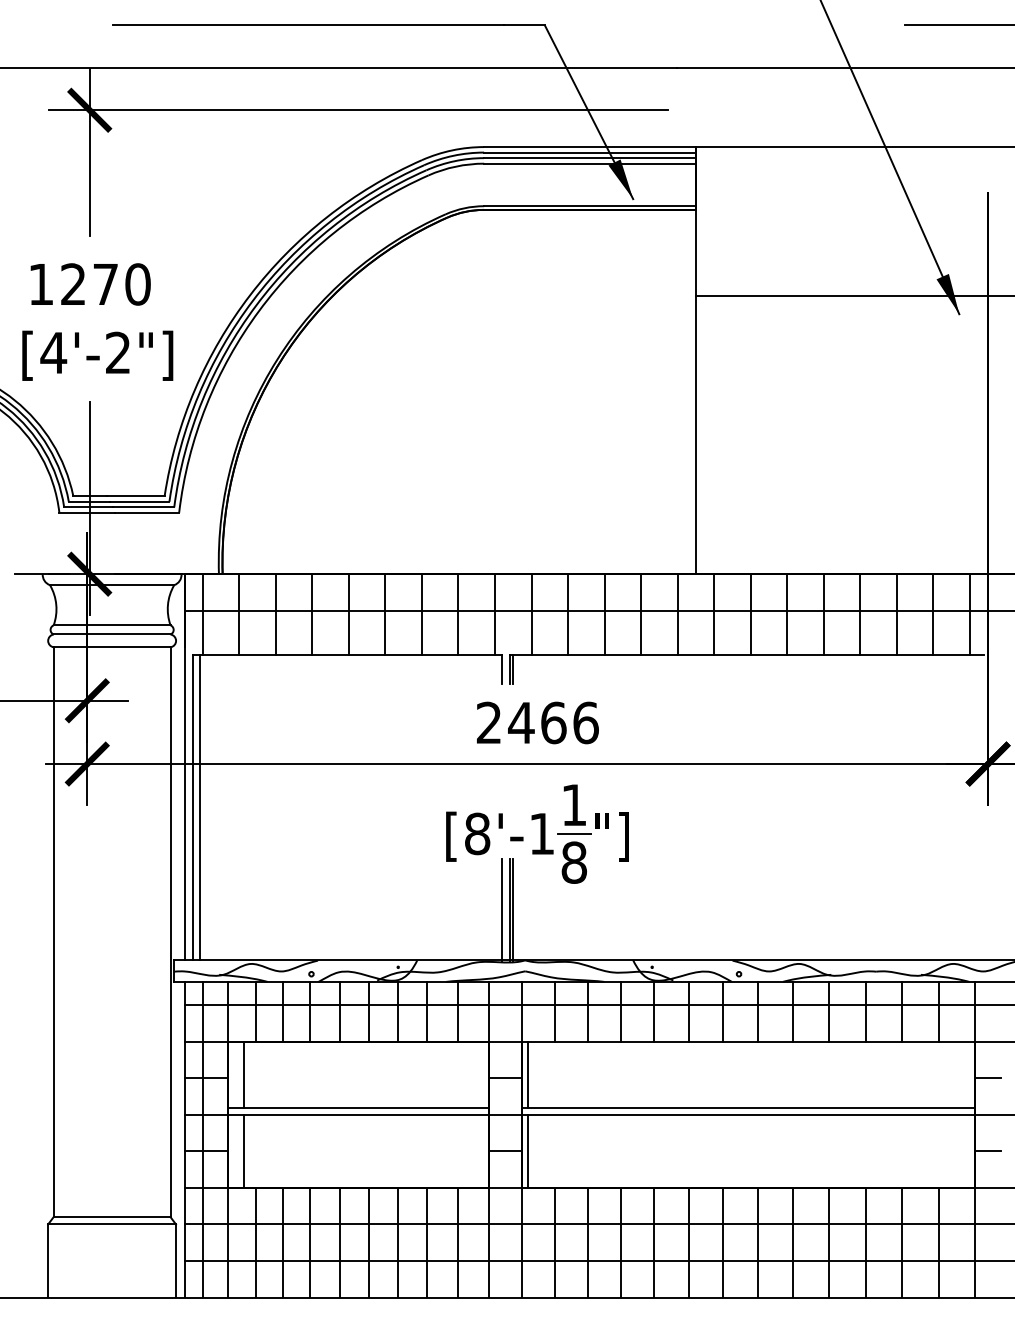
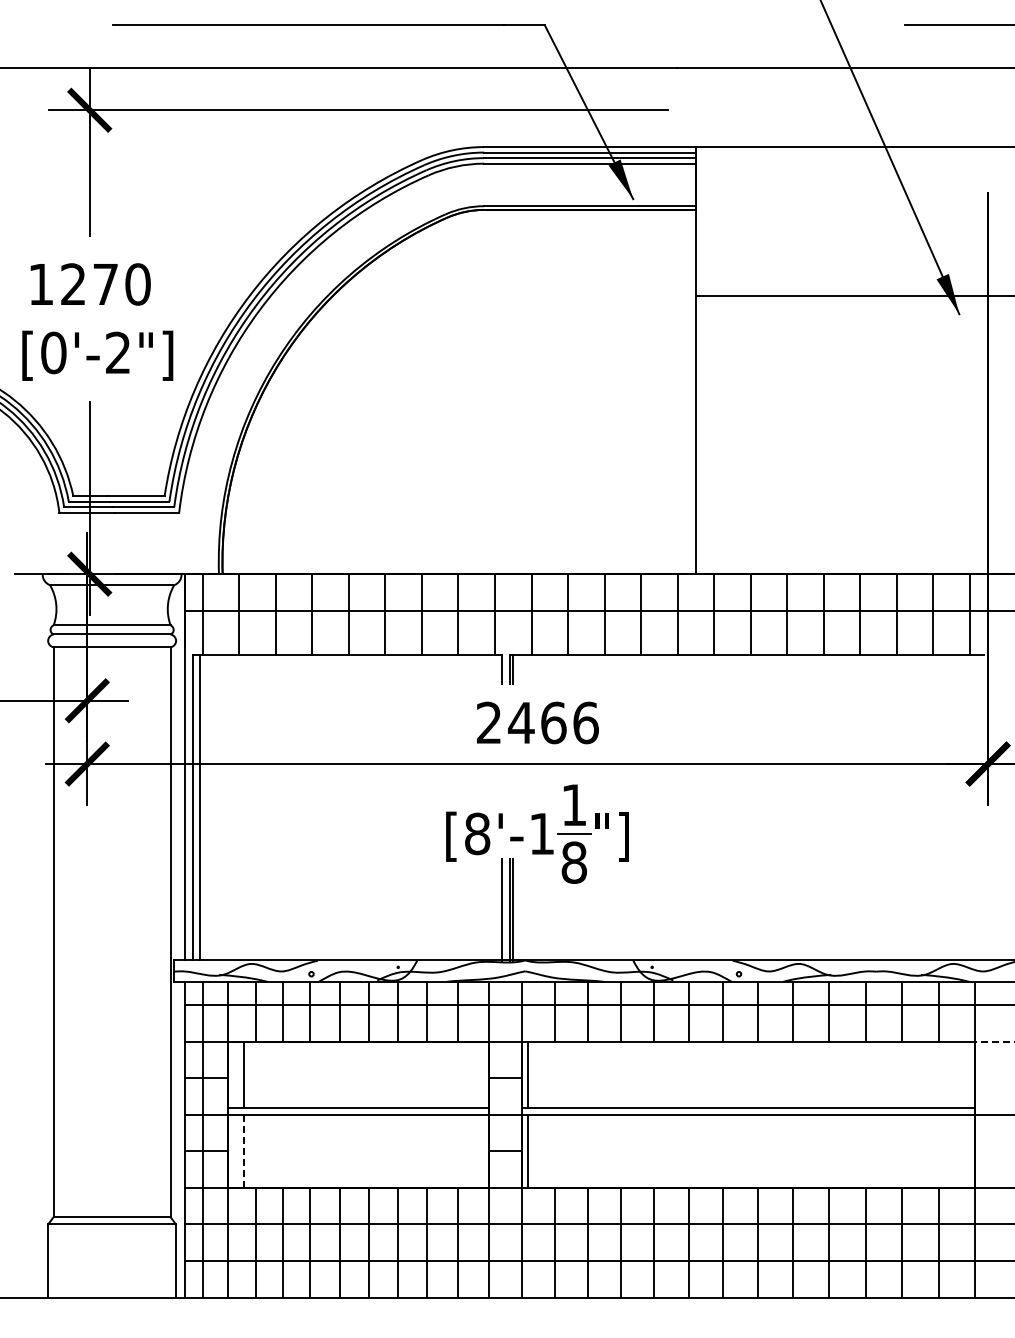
text at (53, 352): [4'-2"] -> [0'-2"]
line at (994, 1041): solid -> dashed
line at (987, 1078): present -> none
line at (243, 1151): solid -> dashed
line at (987, 1151): present -> none
